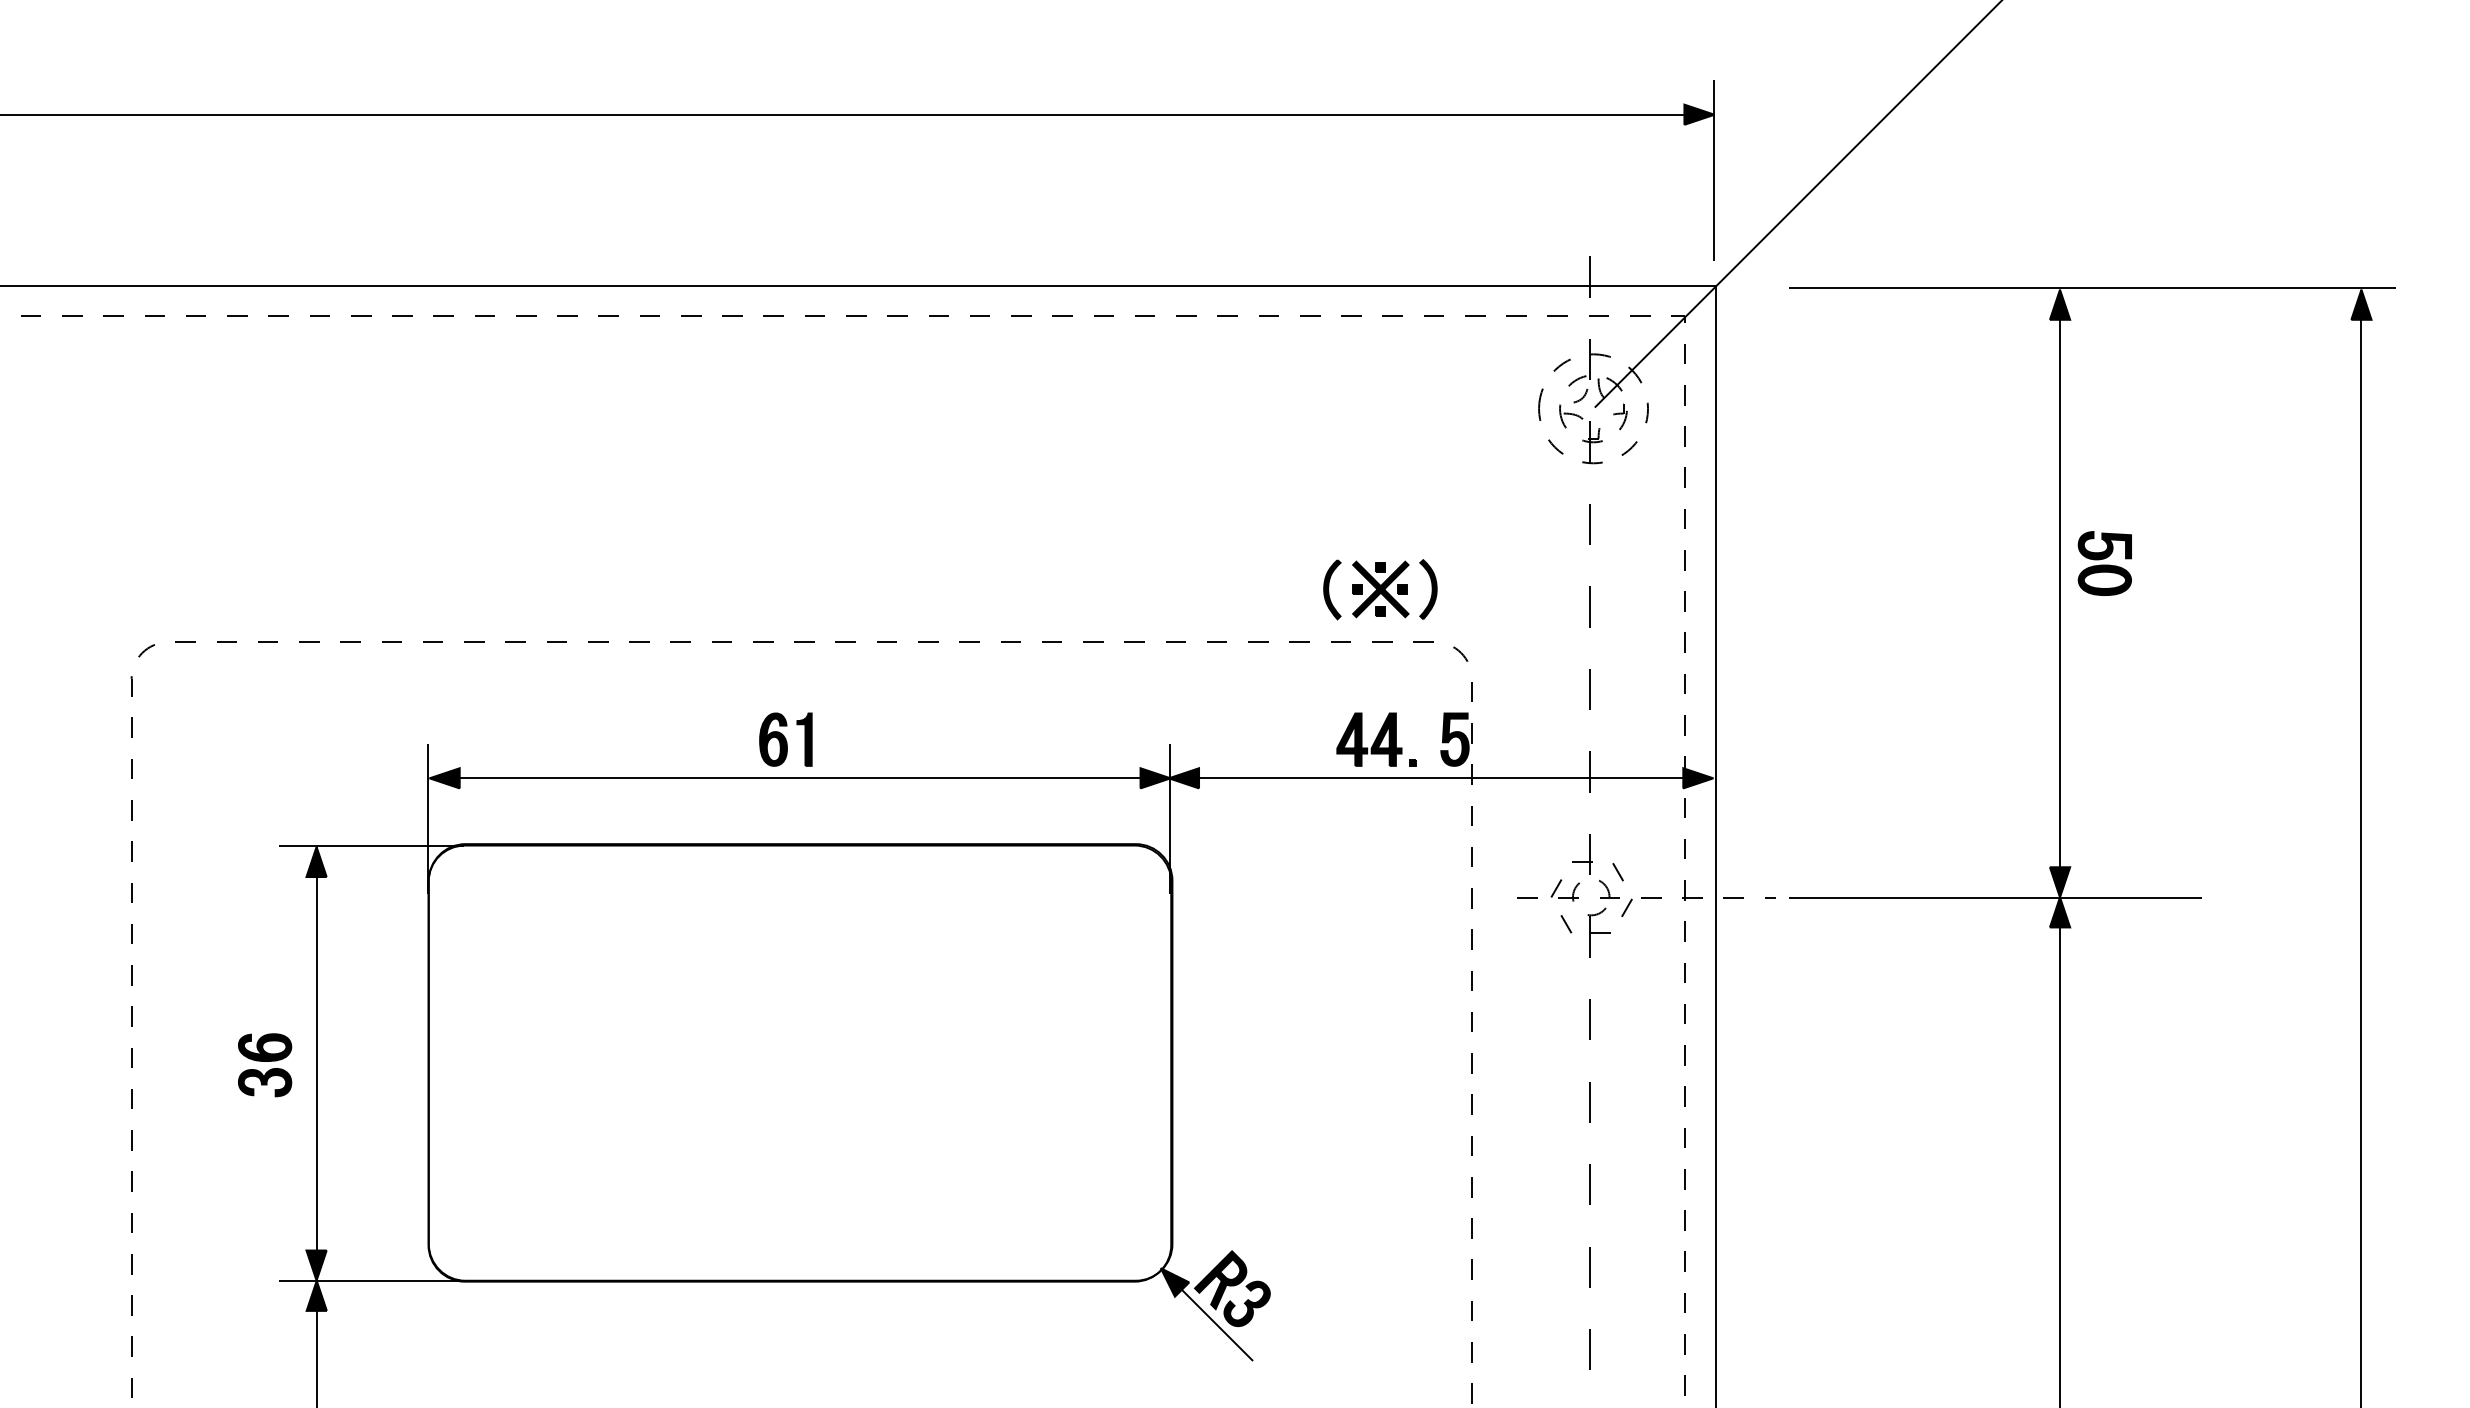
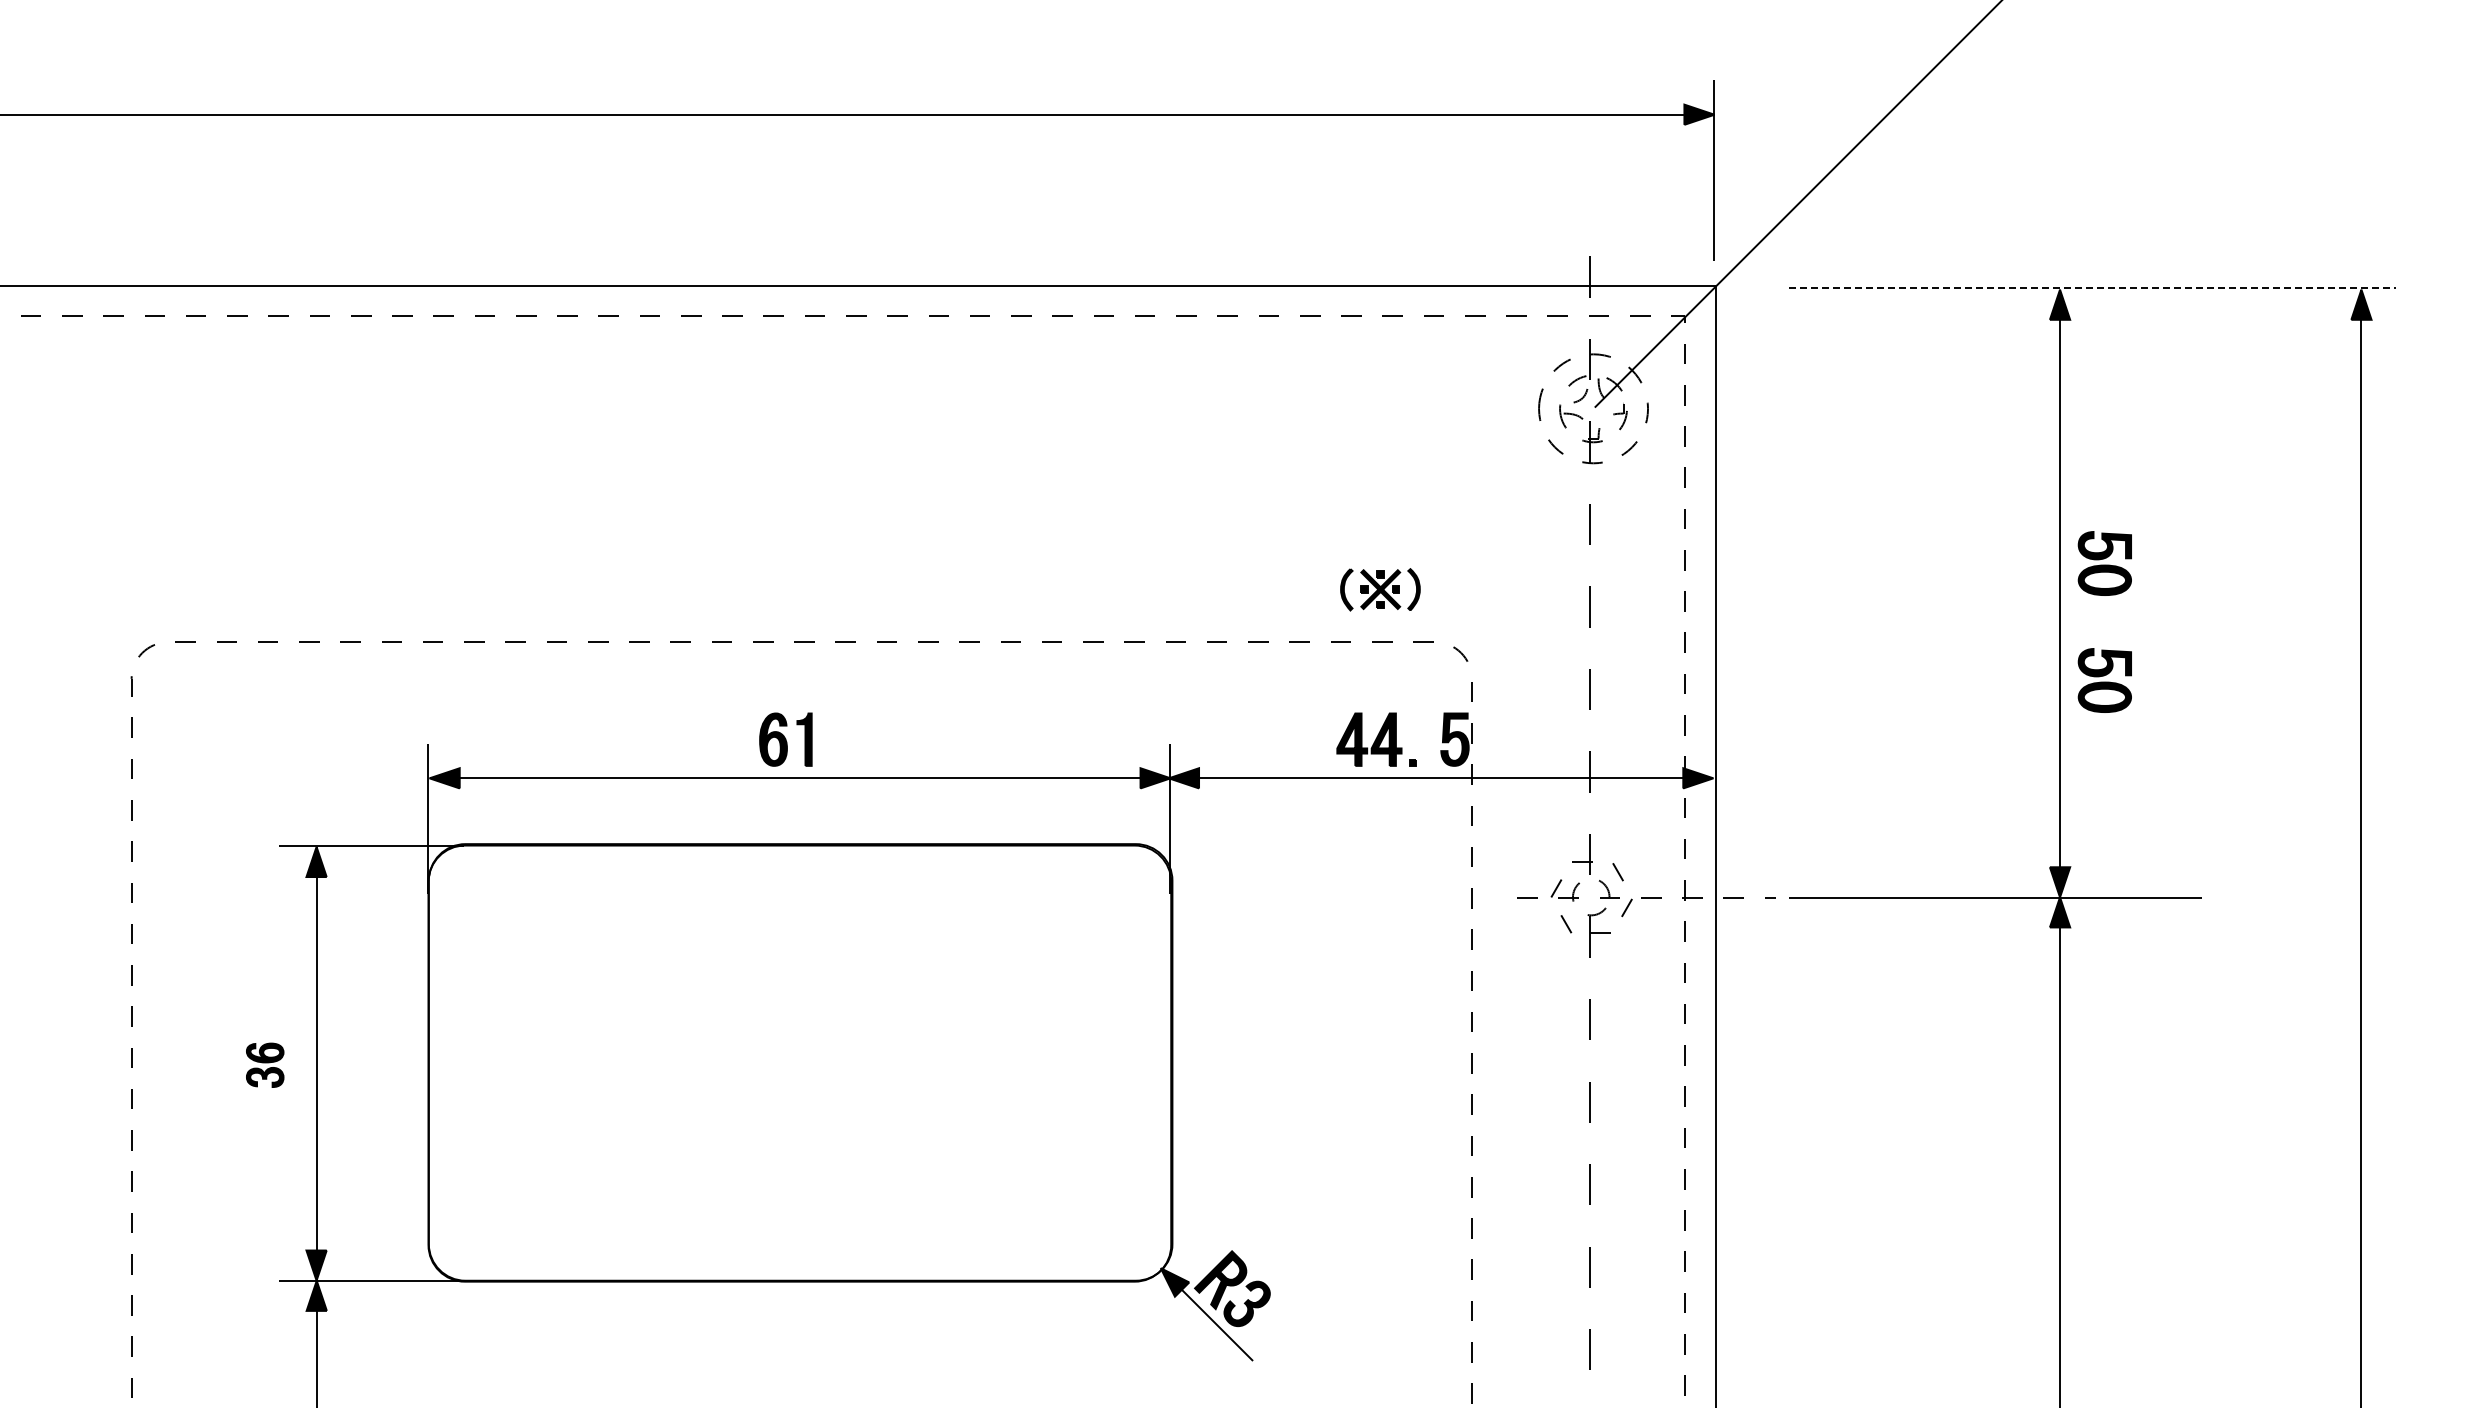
line at (2092, 288): solid -> dashed
part at (1380, 589) size: 115x62 px -> 81x44 px
part at (2104, 680): none -> present
part at (265, 1065) size: 55x65 px -> 39x46 px
